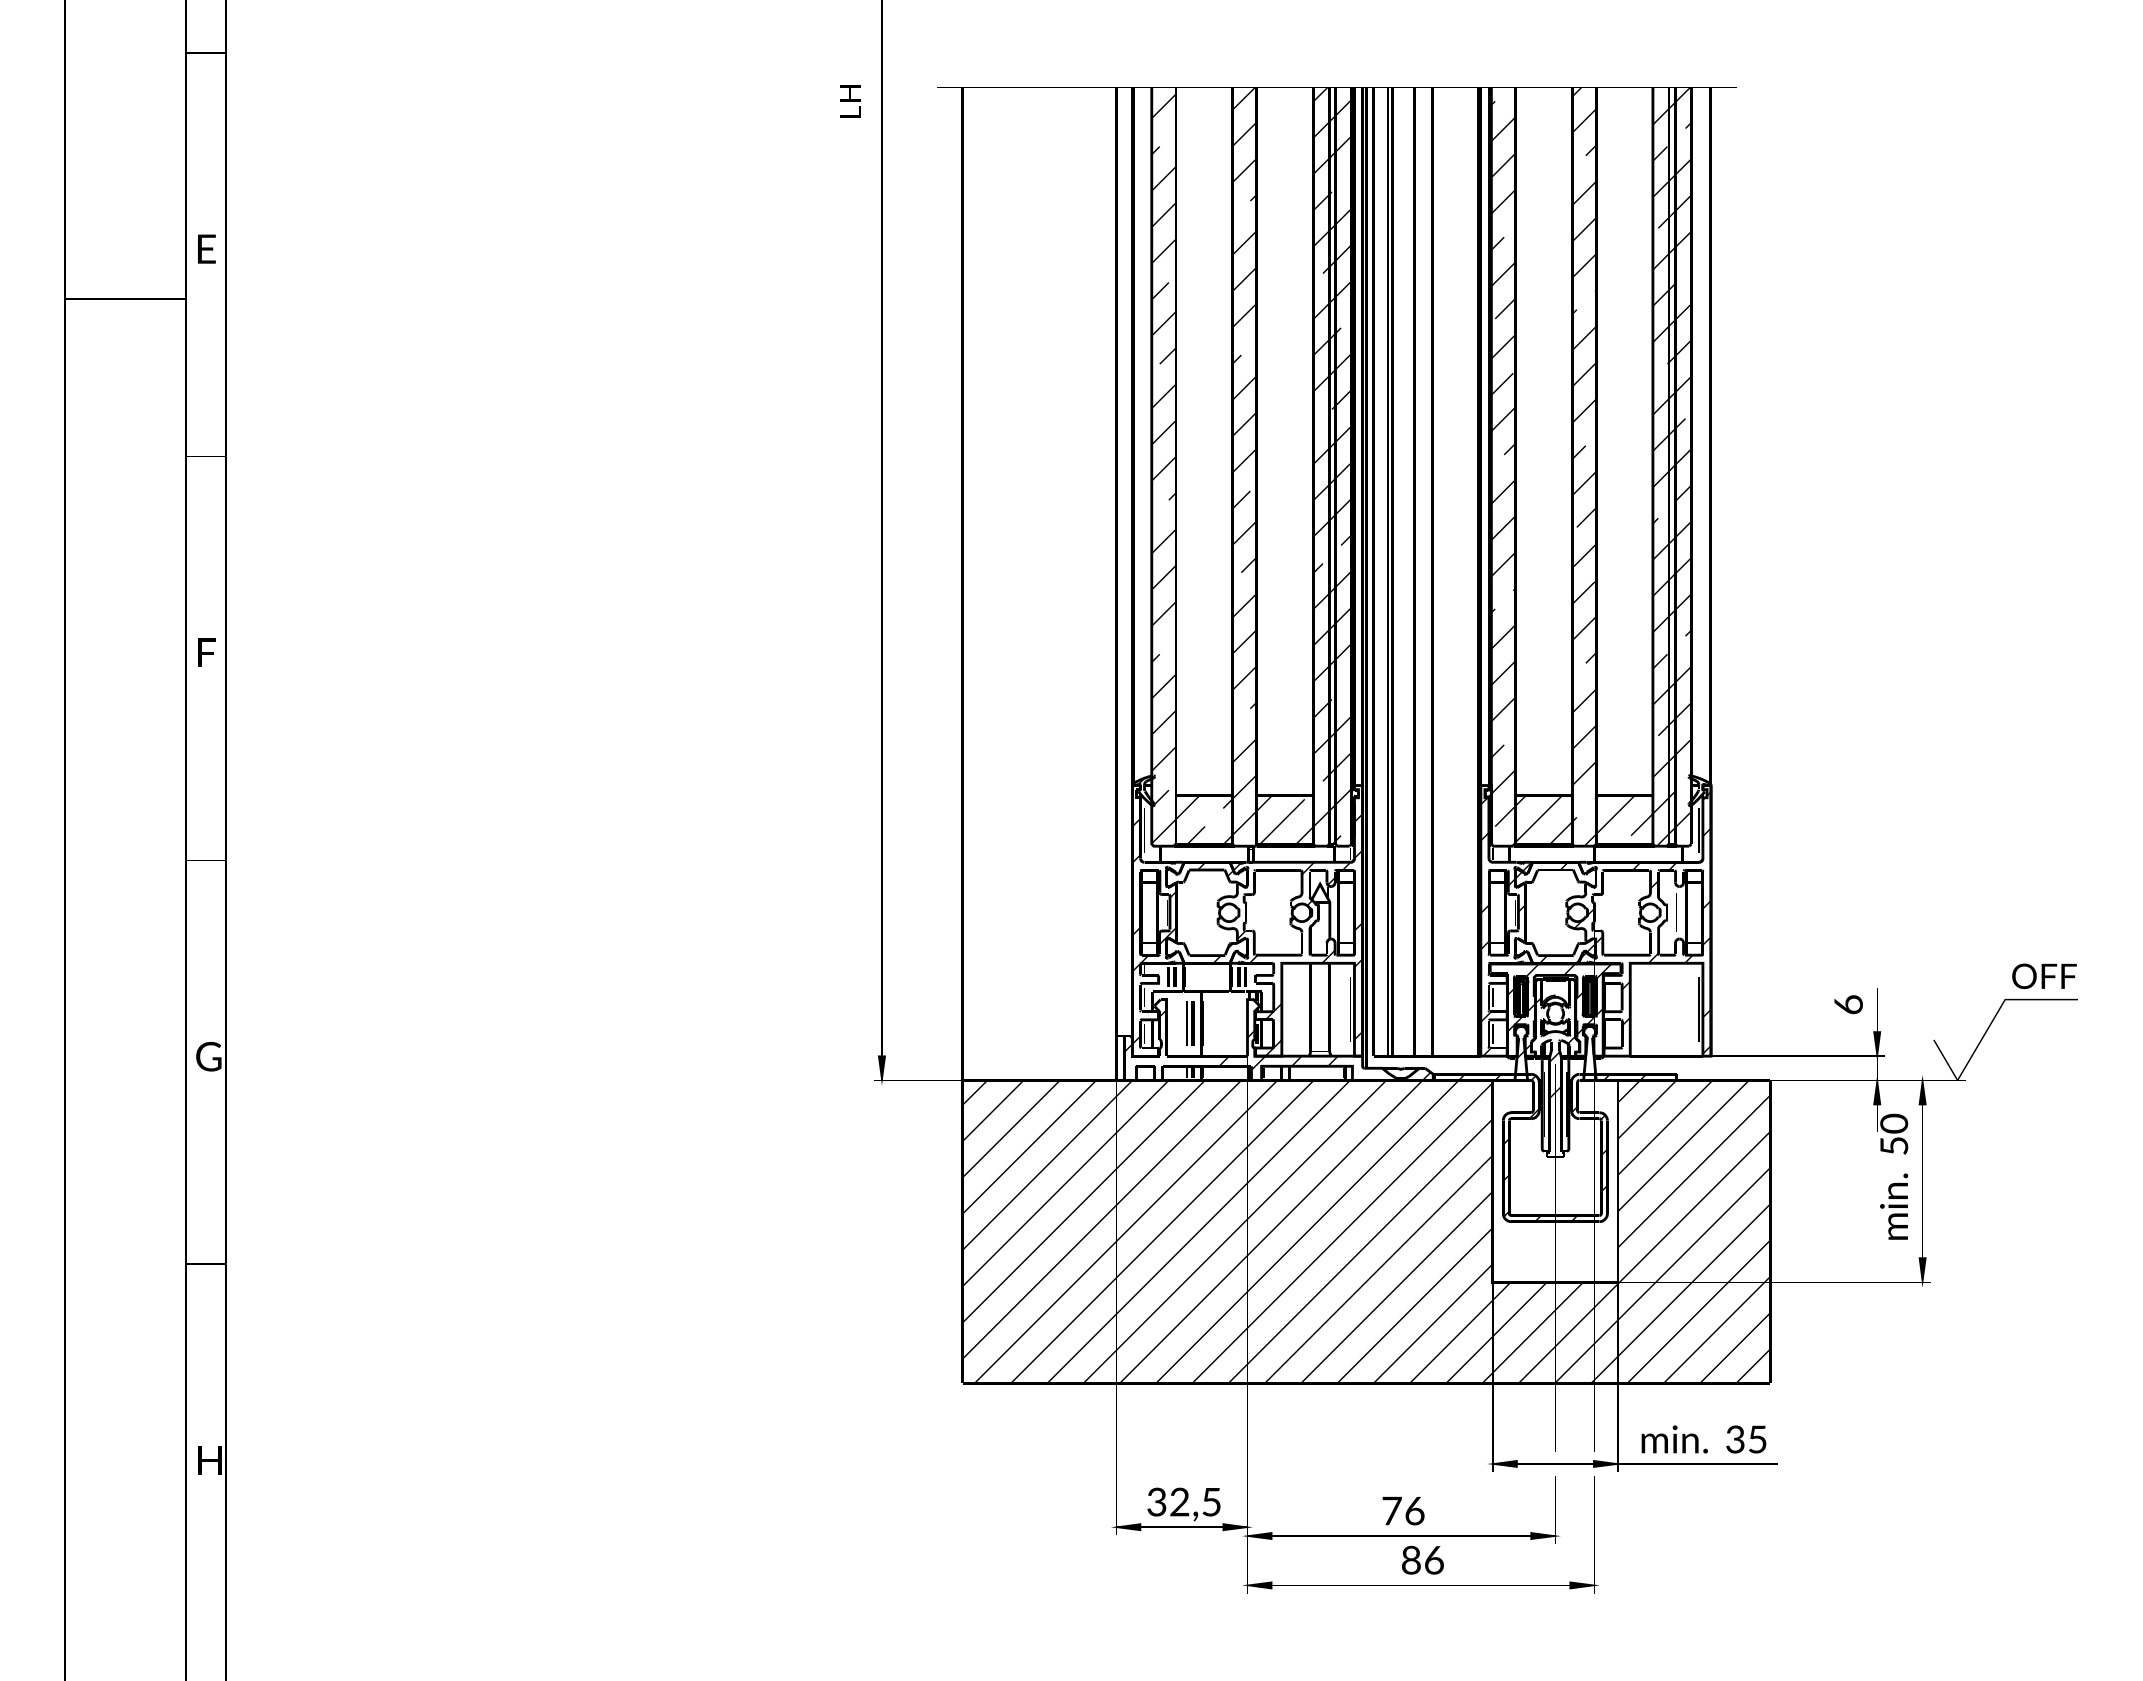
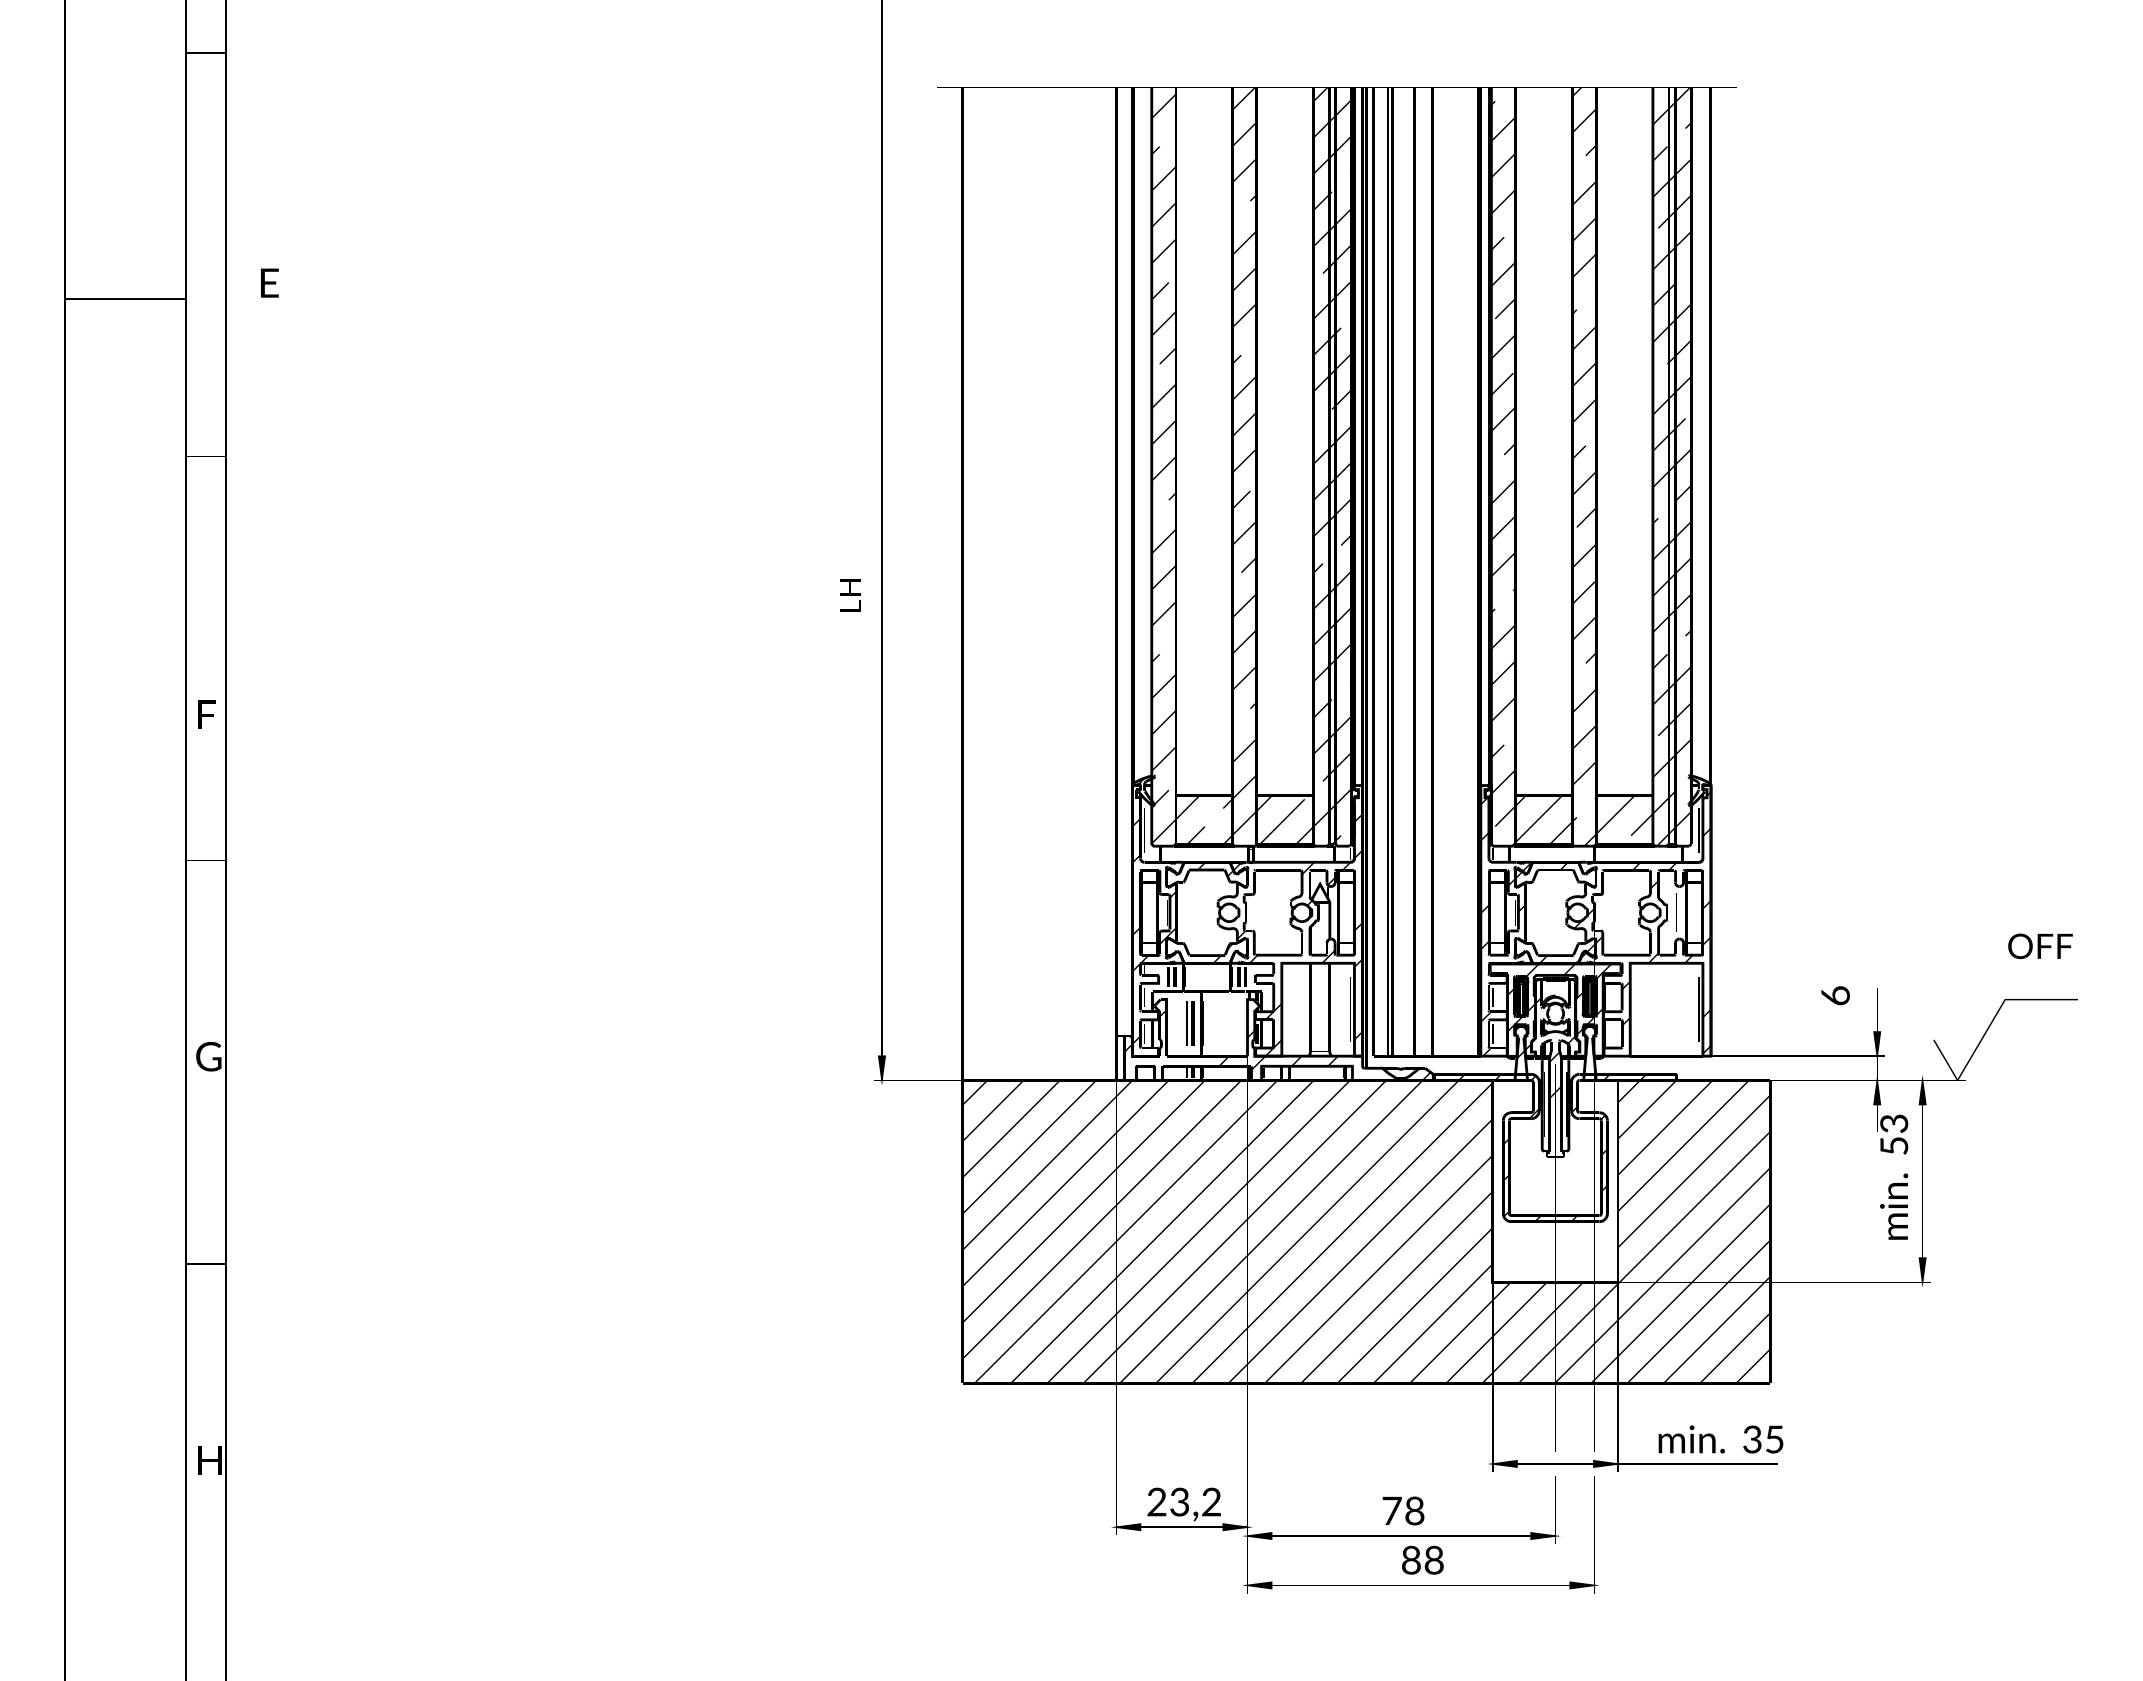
text at (850, 101) position: (850, 101) -> (850, 595)
text at (206, 248) position: (206, 248) -> (269, 282)
text at (206, 652) position: (206, 652) -> (206, 714)
text at (2044, 976) position: (2044, 976) -> (2040, 946)
text at (1848, 1004) position: (1848, 1004) -> (1835, 995)
text at (1893, 1123): 50 -> 53
text at (1703, 1439) position: (1703, 1439) -> (1720, 1439)
text at (1183, 1501): 32,5 -> 23,2
text at (1414, 1510): 76 -> 78
text at (1433, 1559): 86 -> 88
